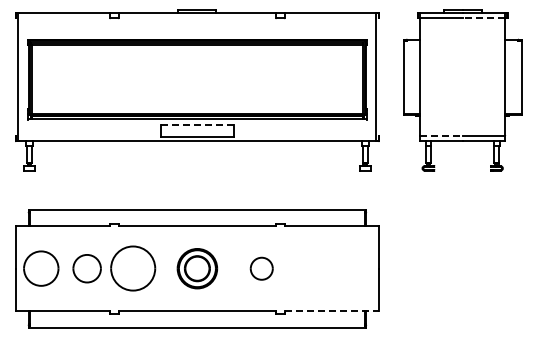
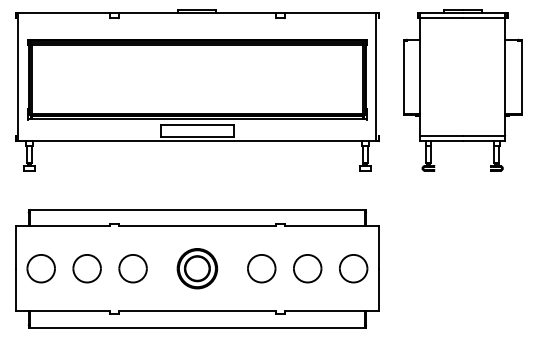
line at (483, 18): dashed -> solid
line at (197, 124): dashed -> solid
line at (442, 135): dashed -> solid
part at (41, 268) size: 37x37 px -> 30x30 px
part at (133, 268) size: 47x47 px -> 30x30 px
part at (261, 268) size: 25x25 px -> 30x30 px
part at (307, 268): none -> present
part at (353, 268): none -> present
line at (331, 311): dashed -> solid
